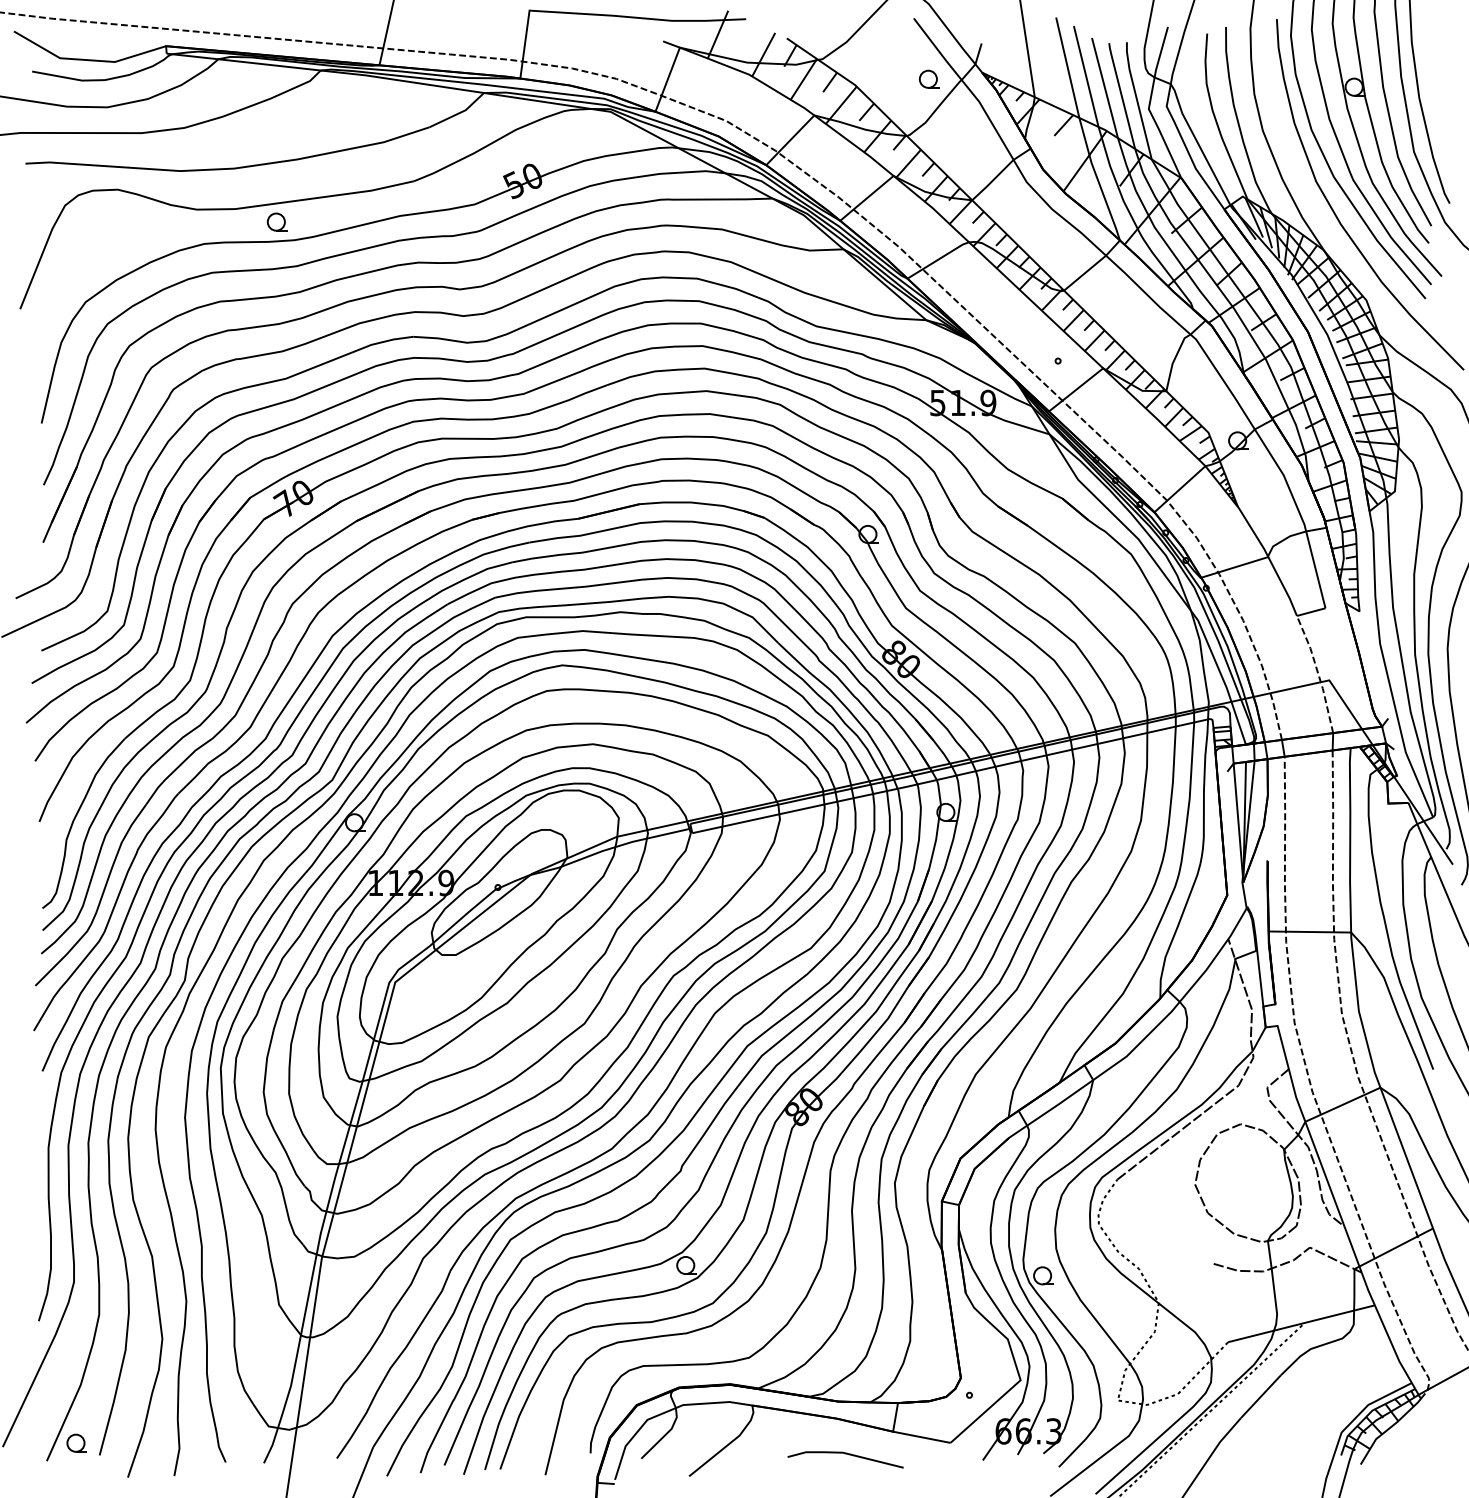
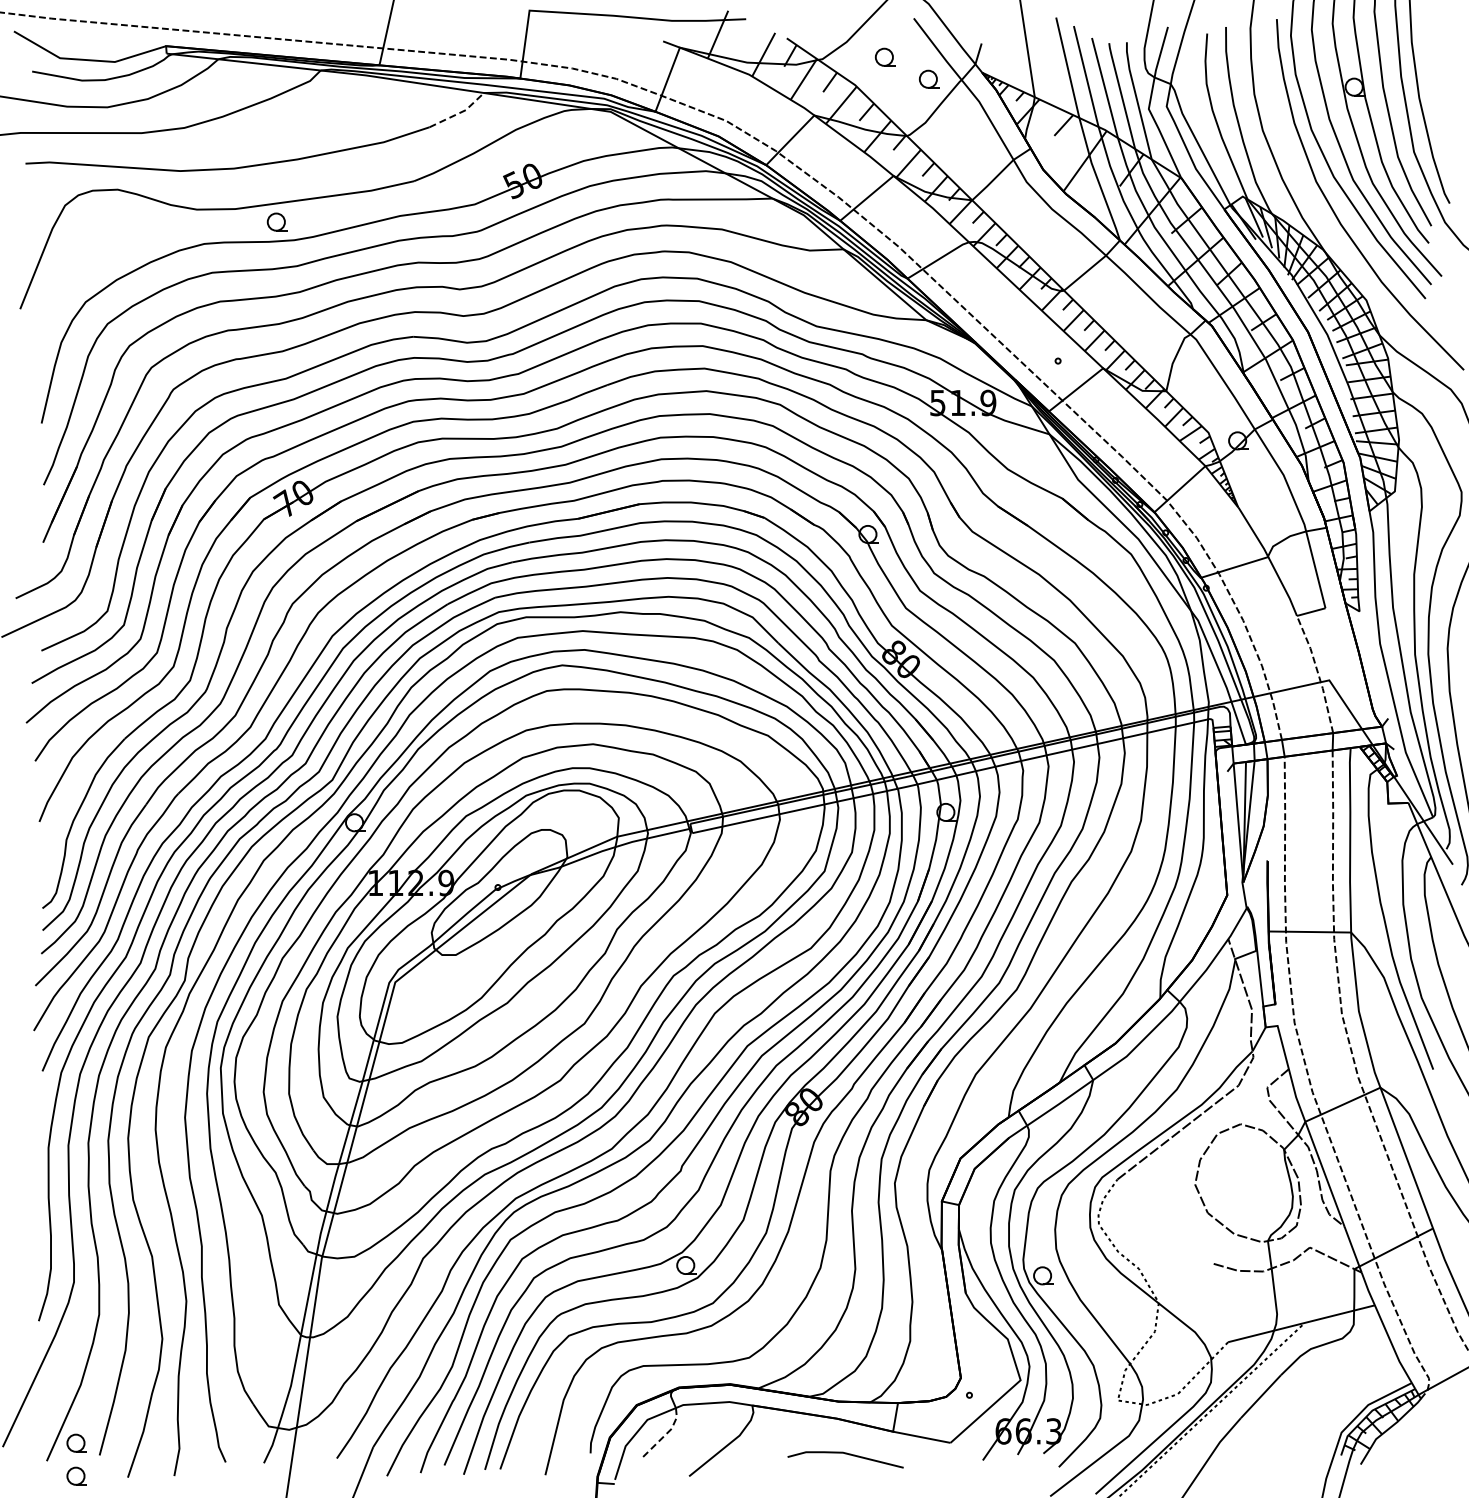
part at (884, 56): none -> present
line at (459, 113): solid -> dashed
line at (665, 1435): solid -> dashed
part at (76, 1475): none -> present
